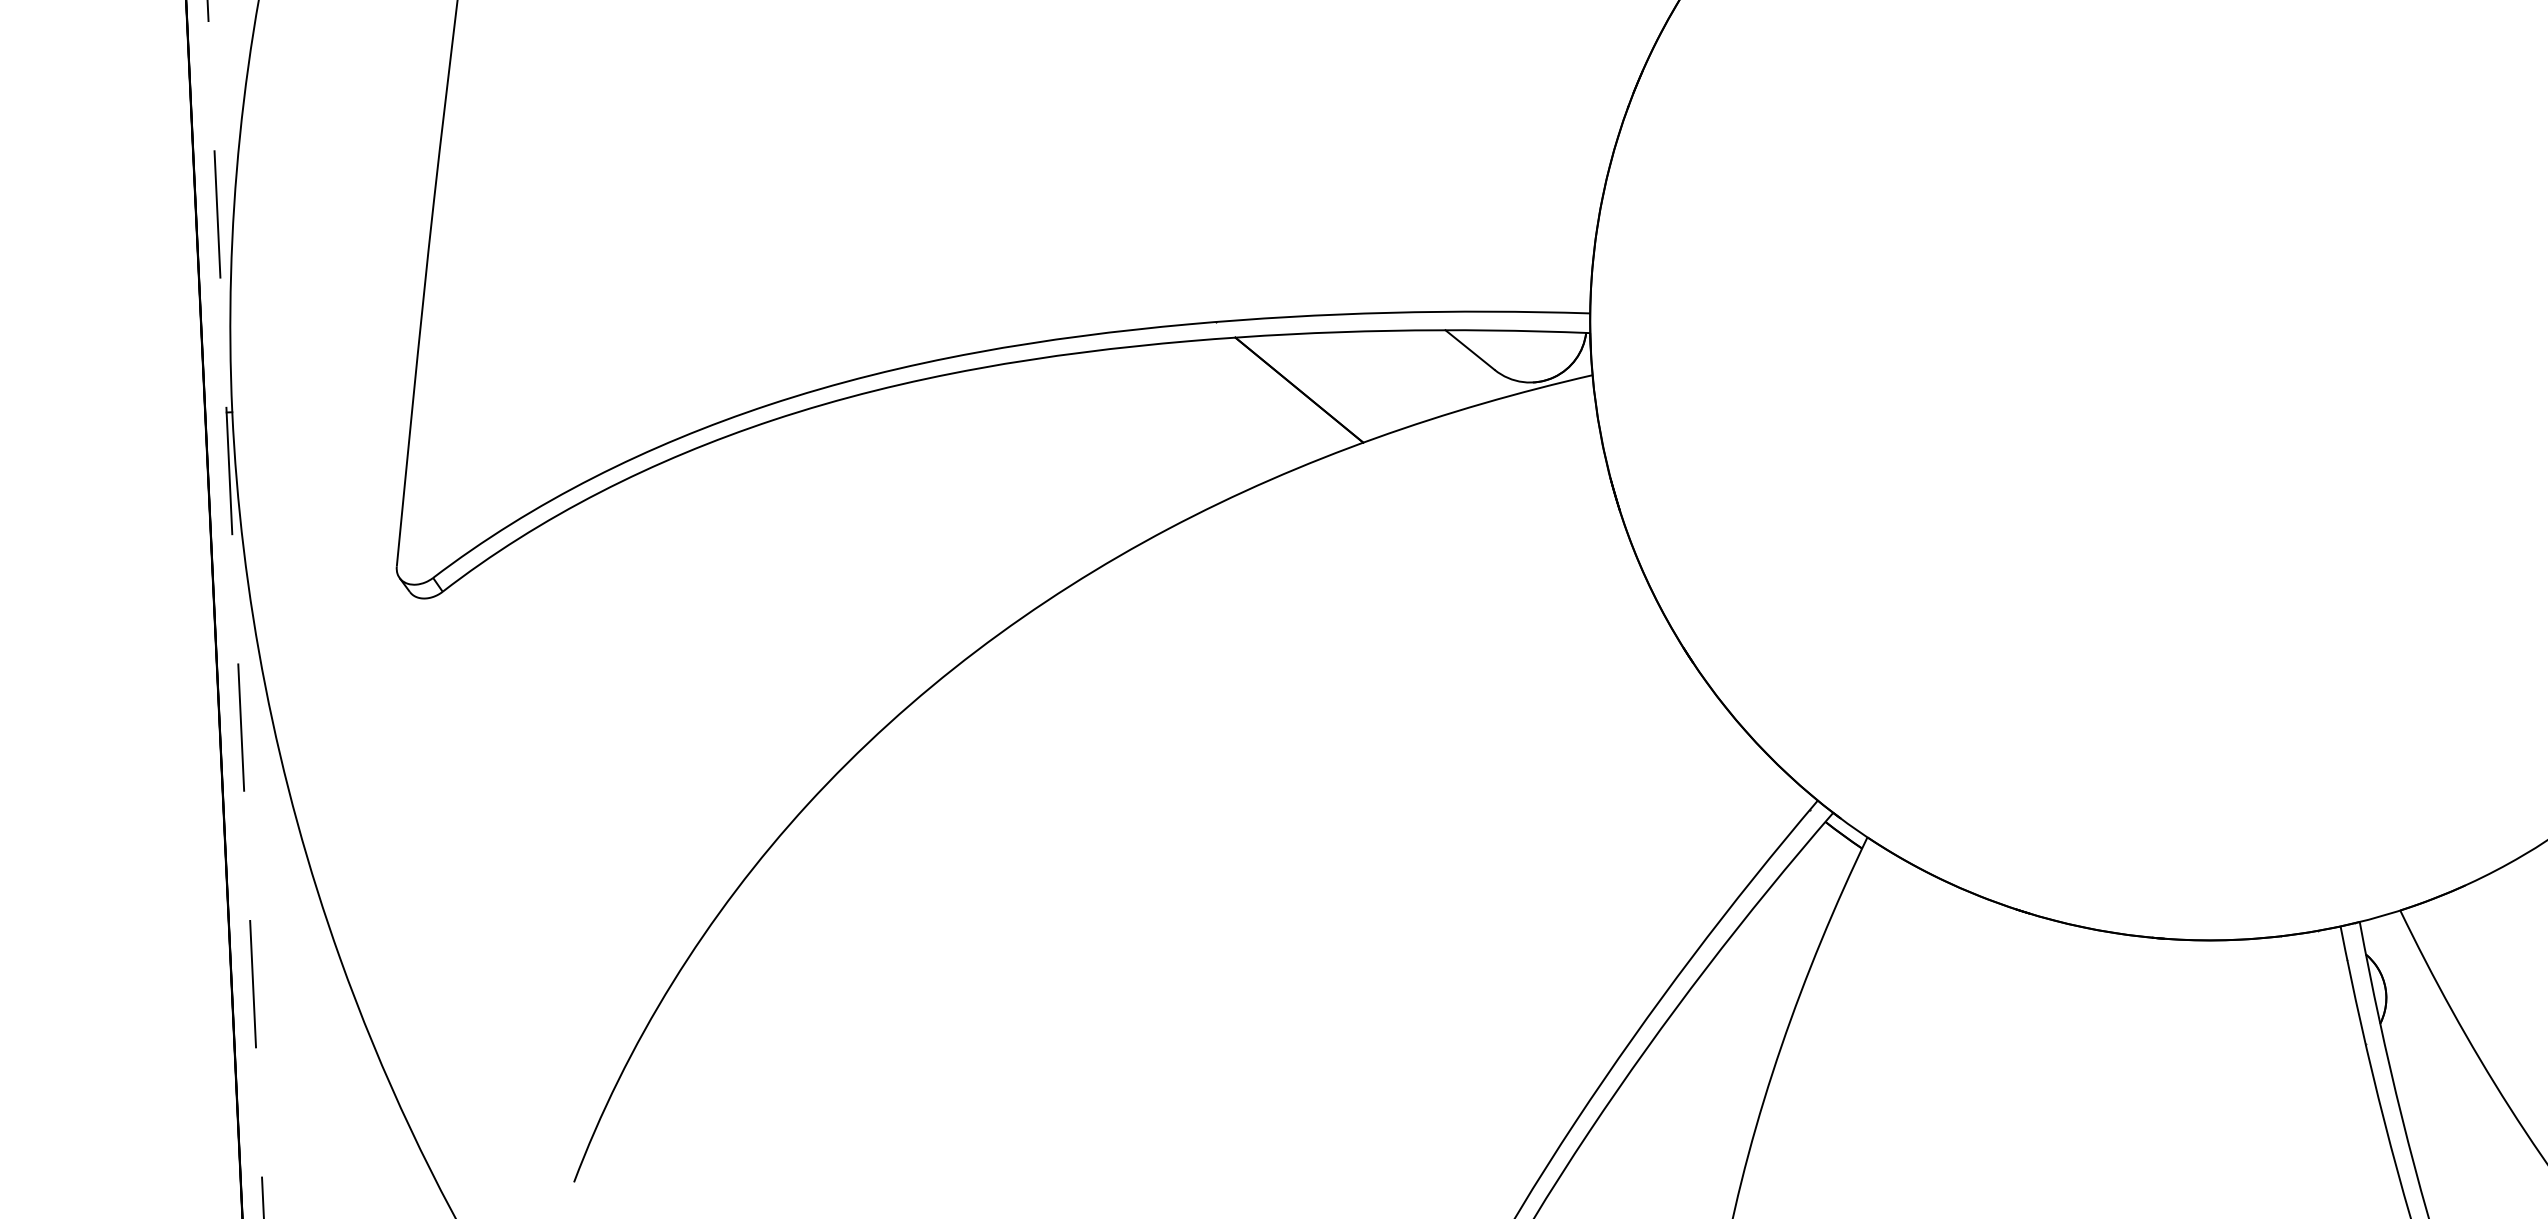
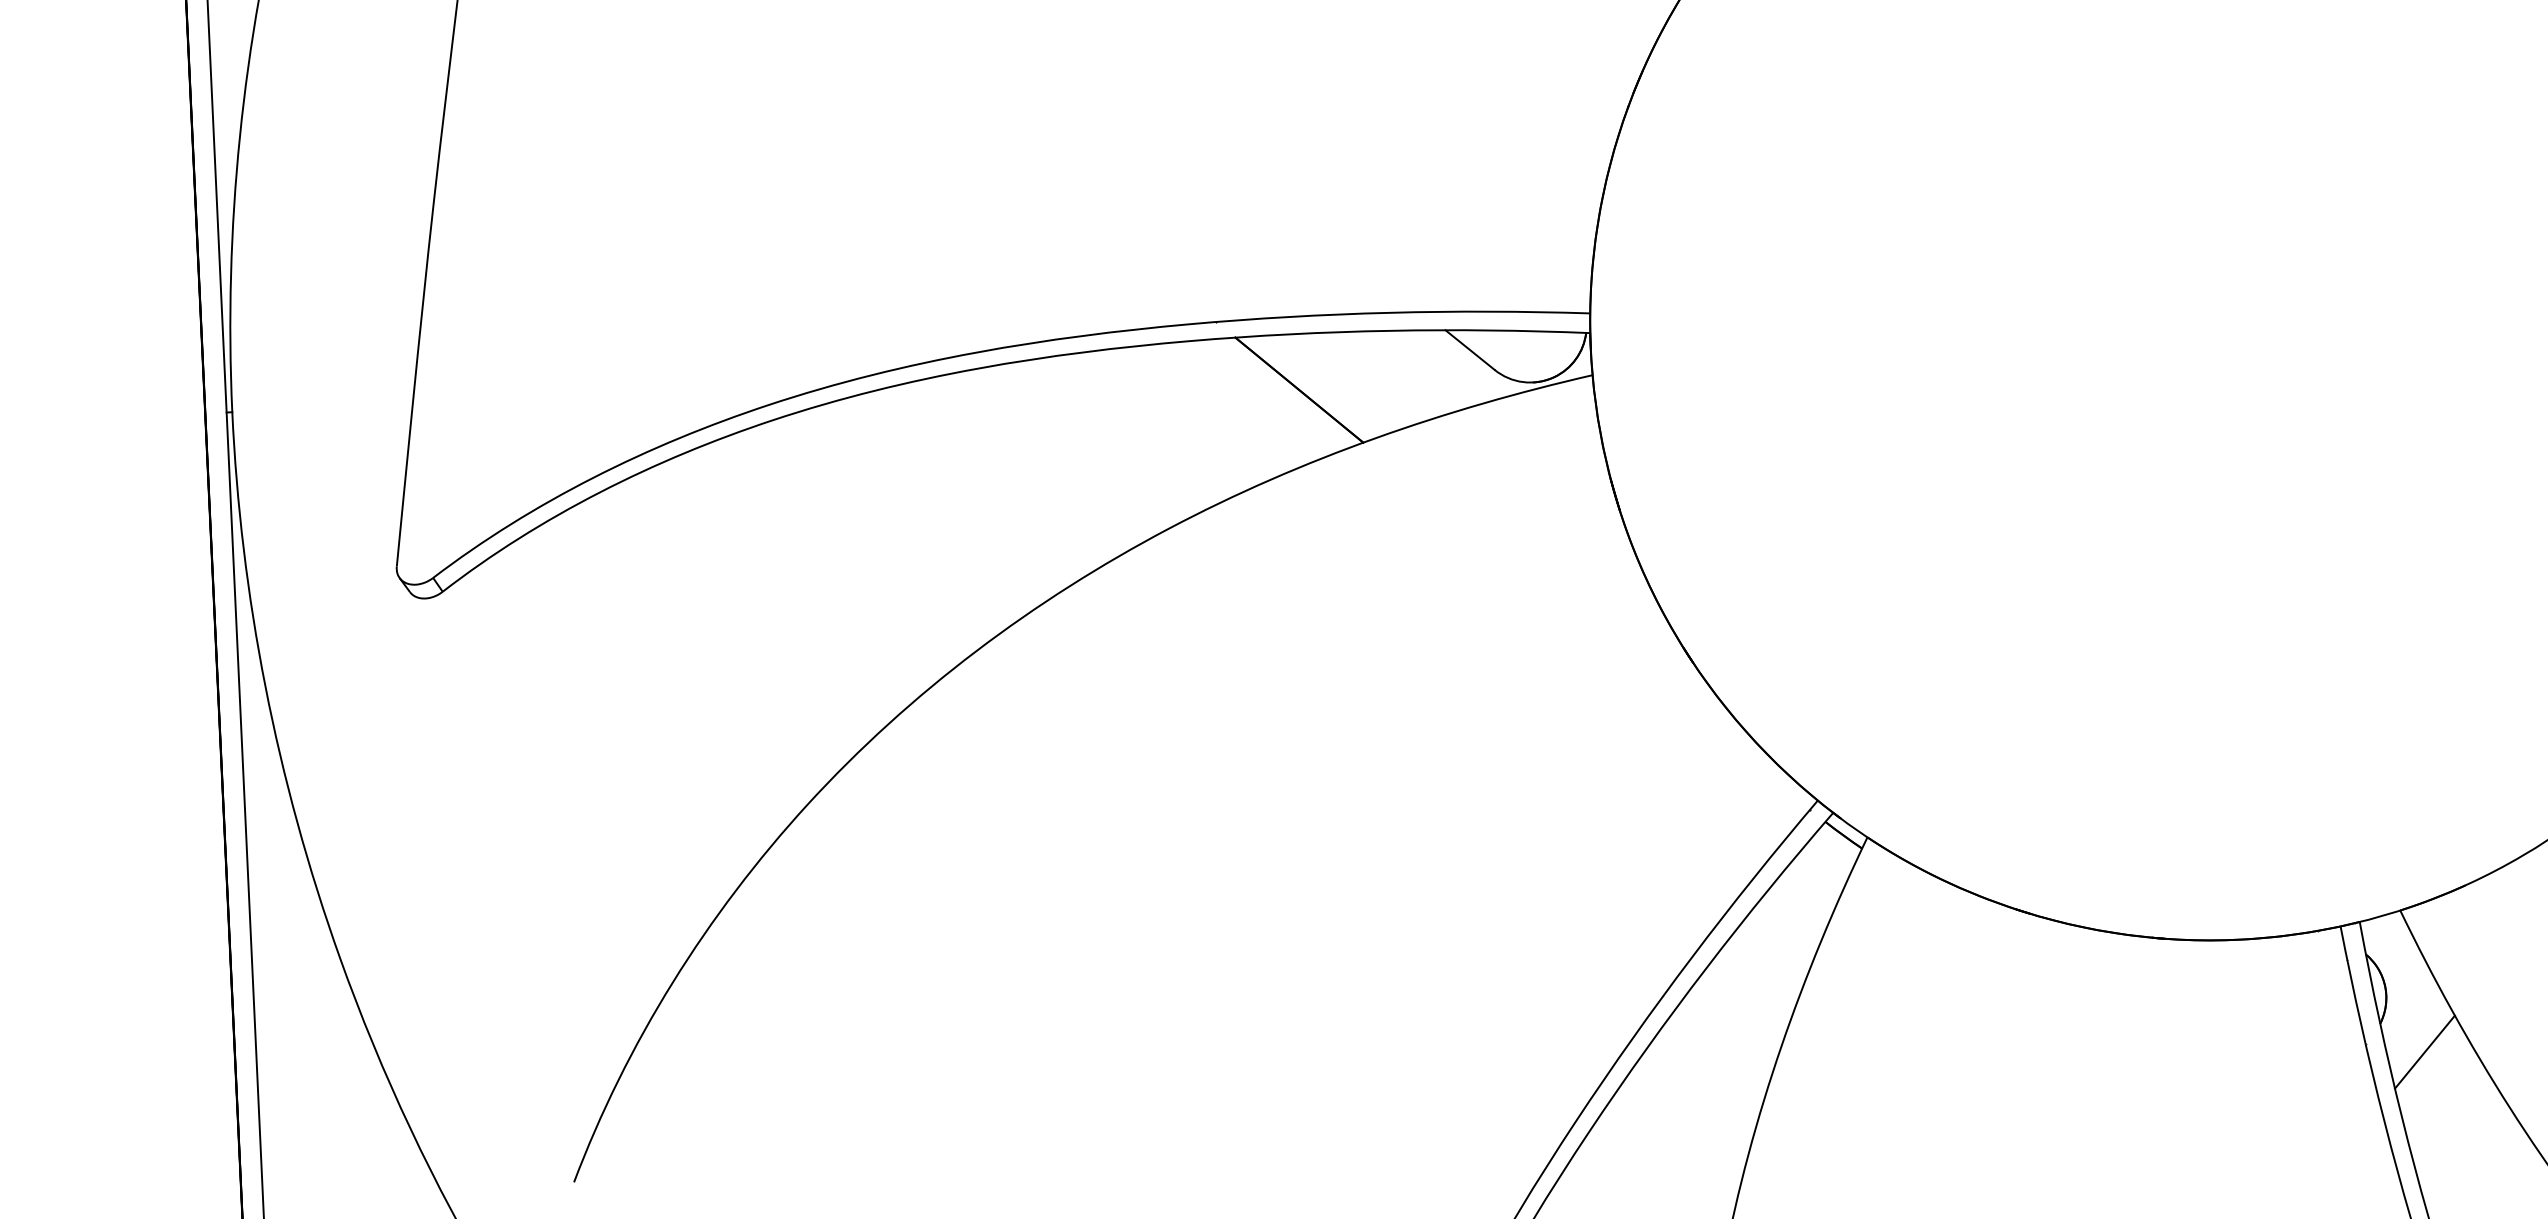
line at (235, 609): dashed -> solid
line at (2424, 1051): none -> present
